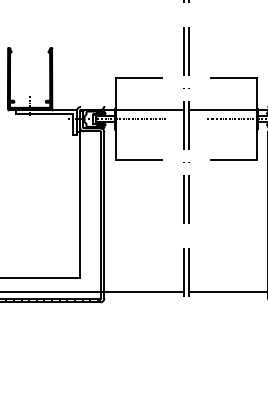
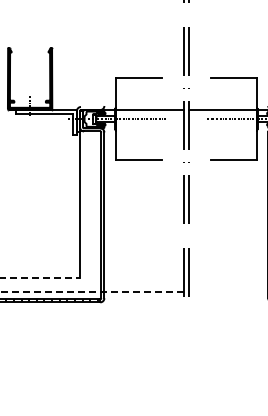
line at (40, 277): solid -> dashed
line at (91, 292): solid -> dashed
line at (226, 292): present -> none
